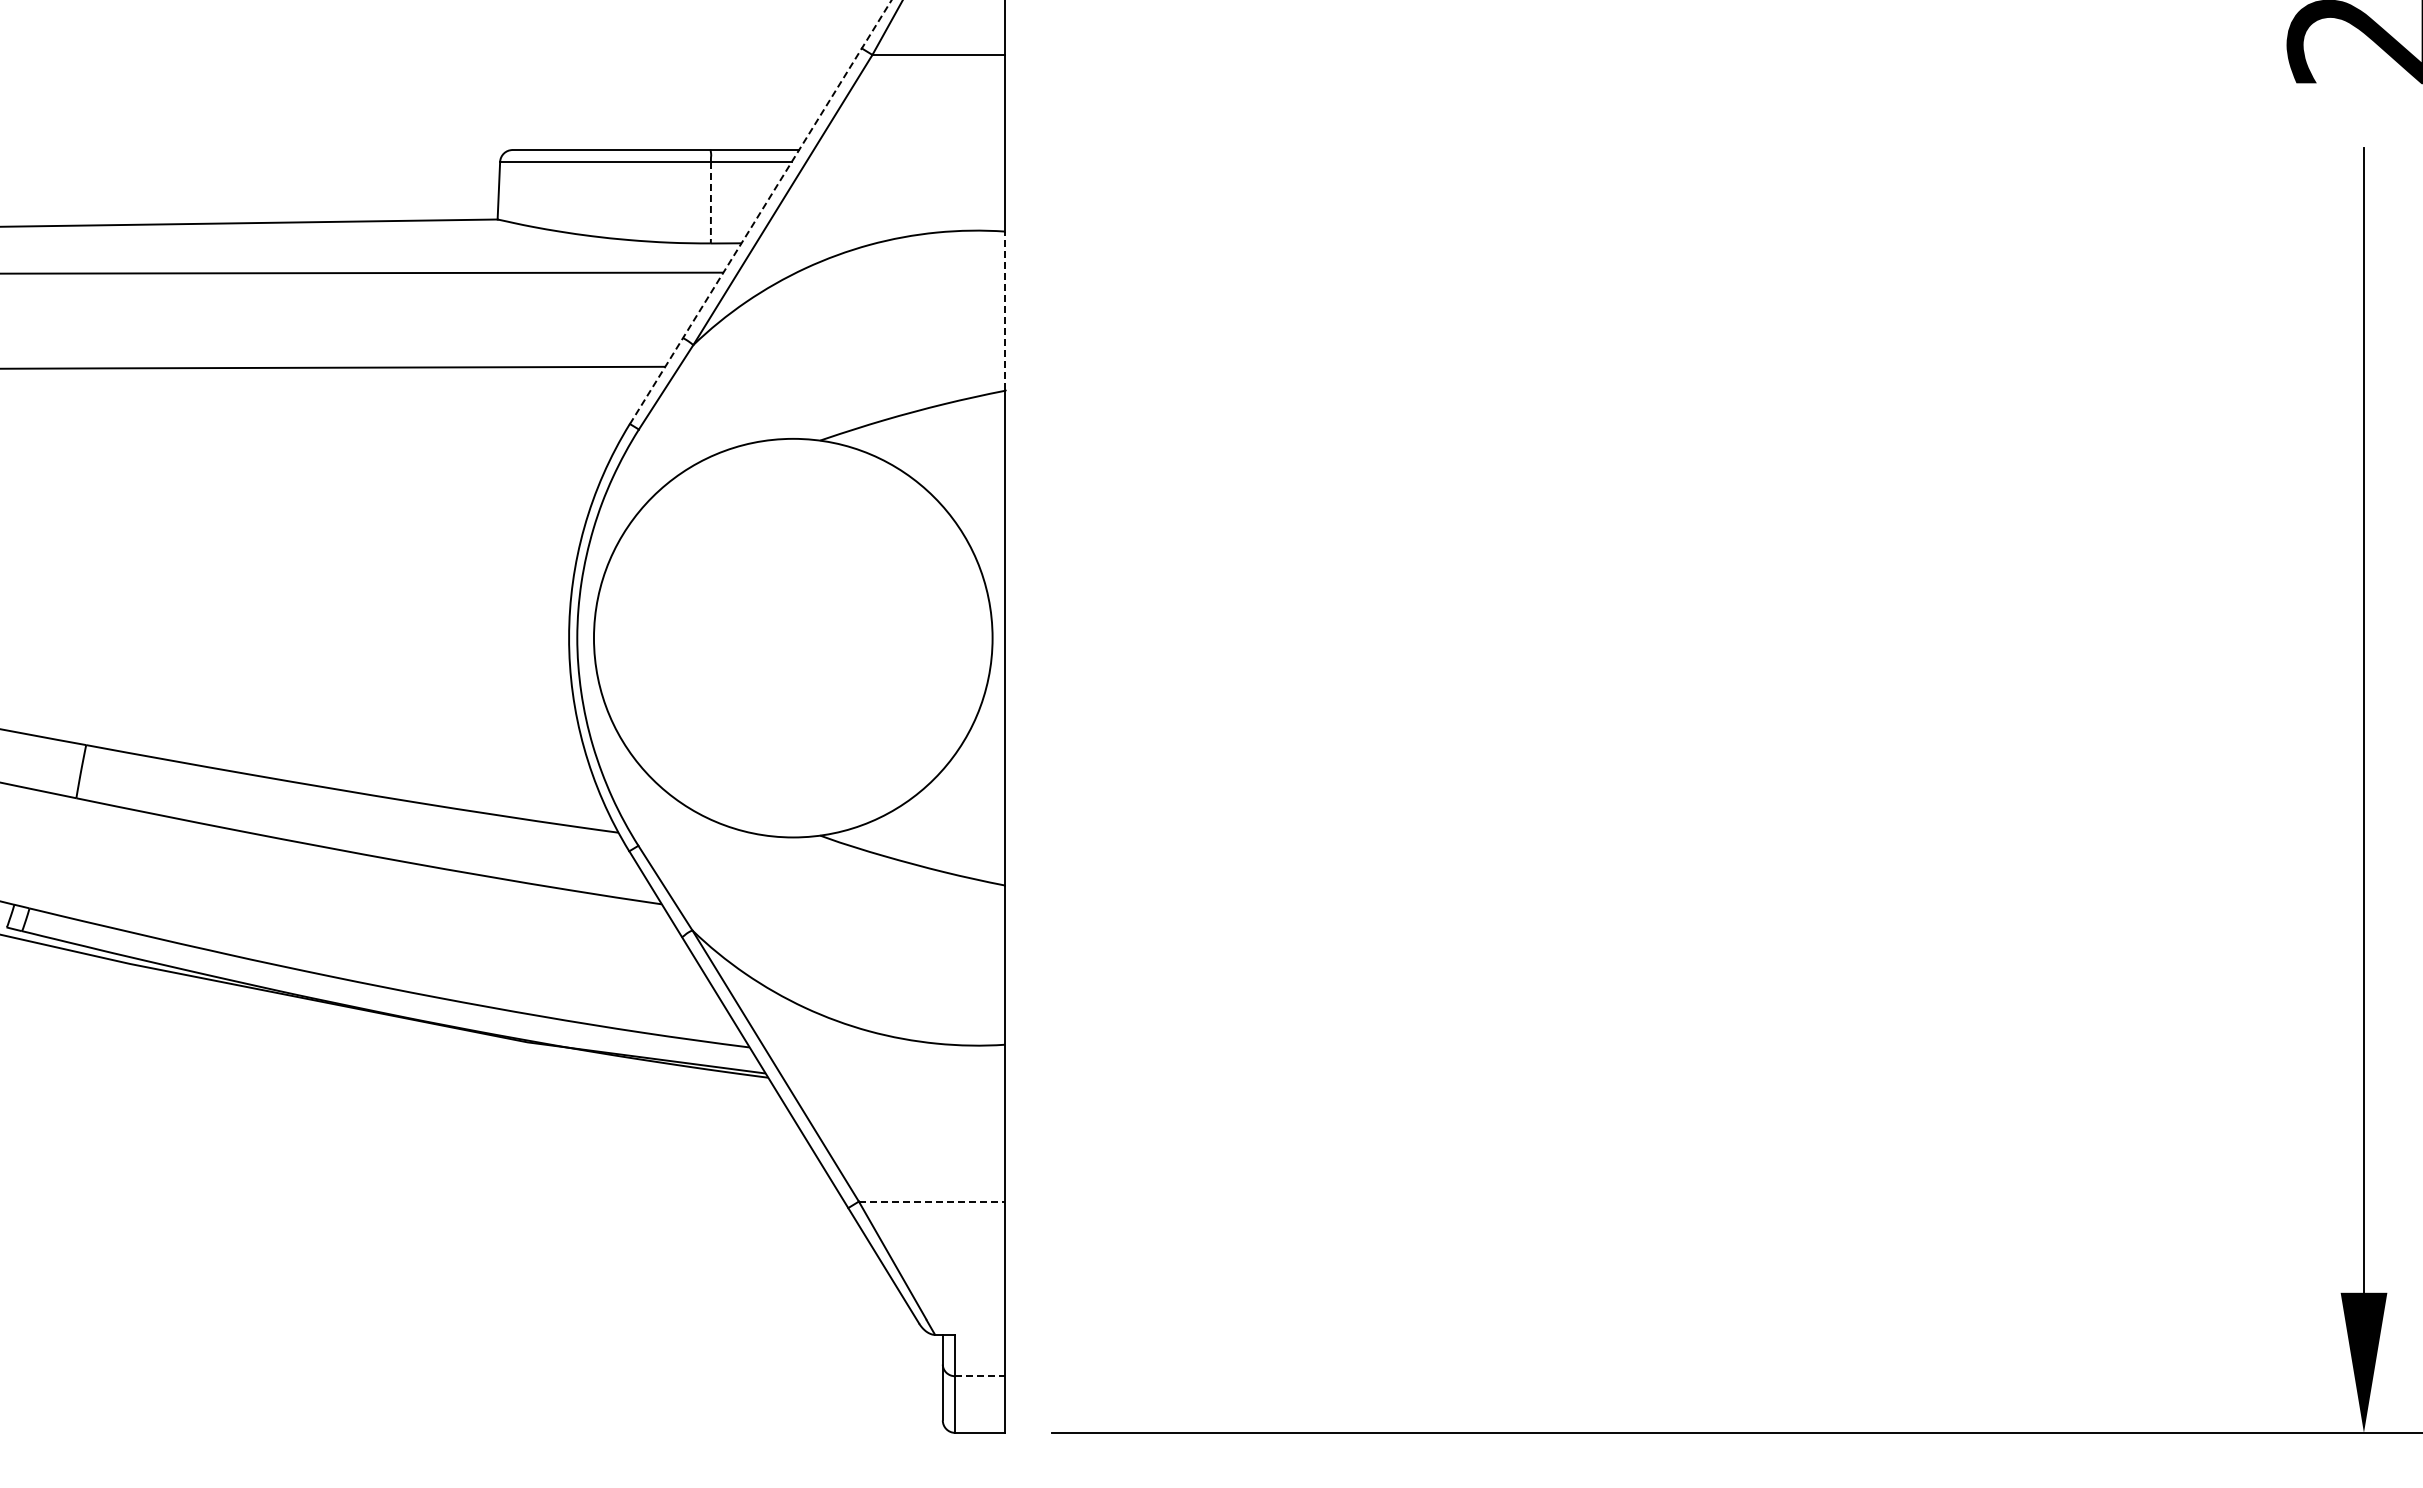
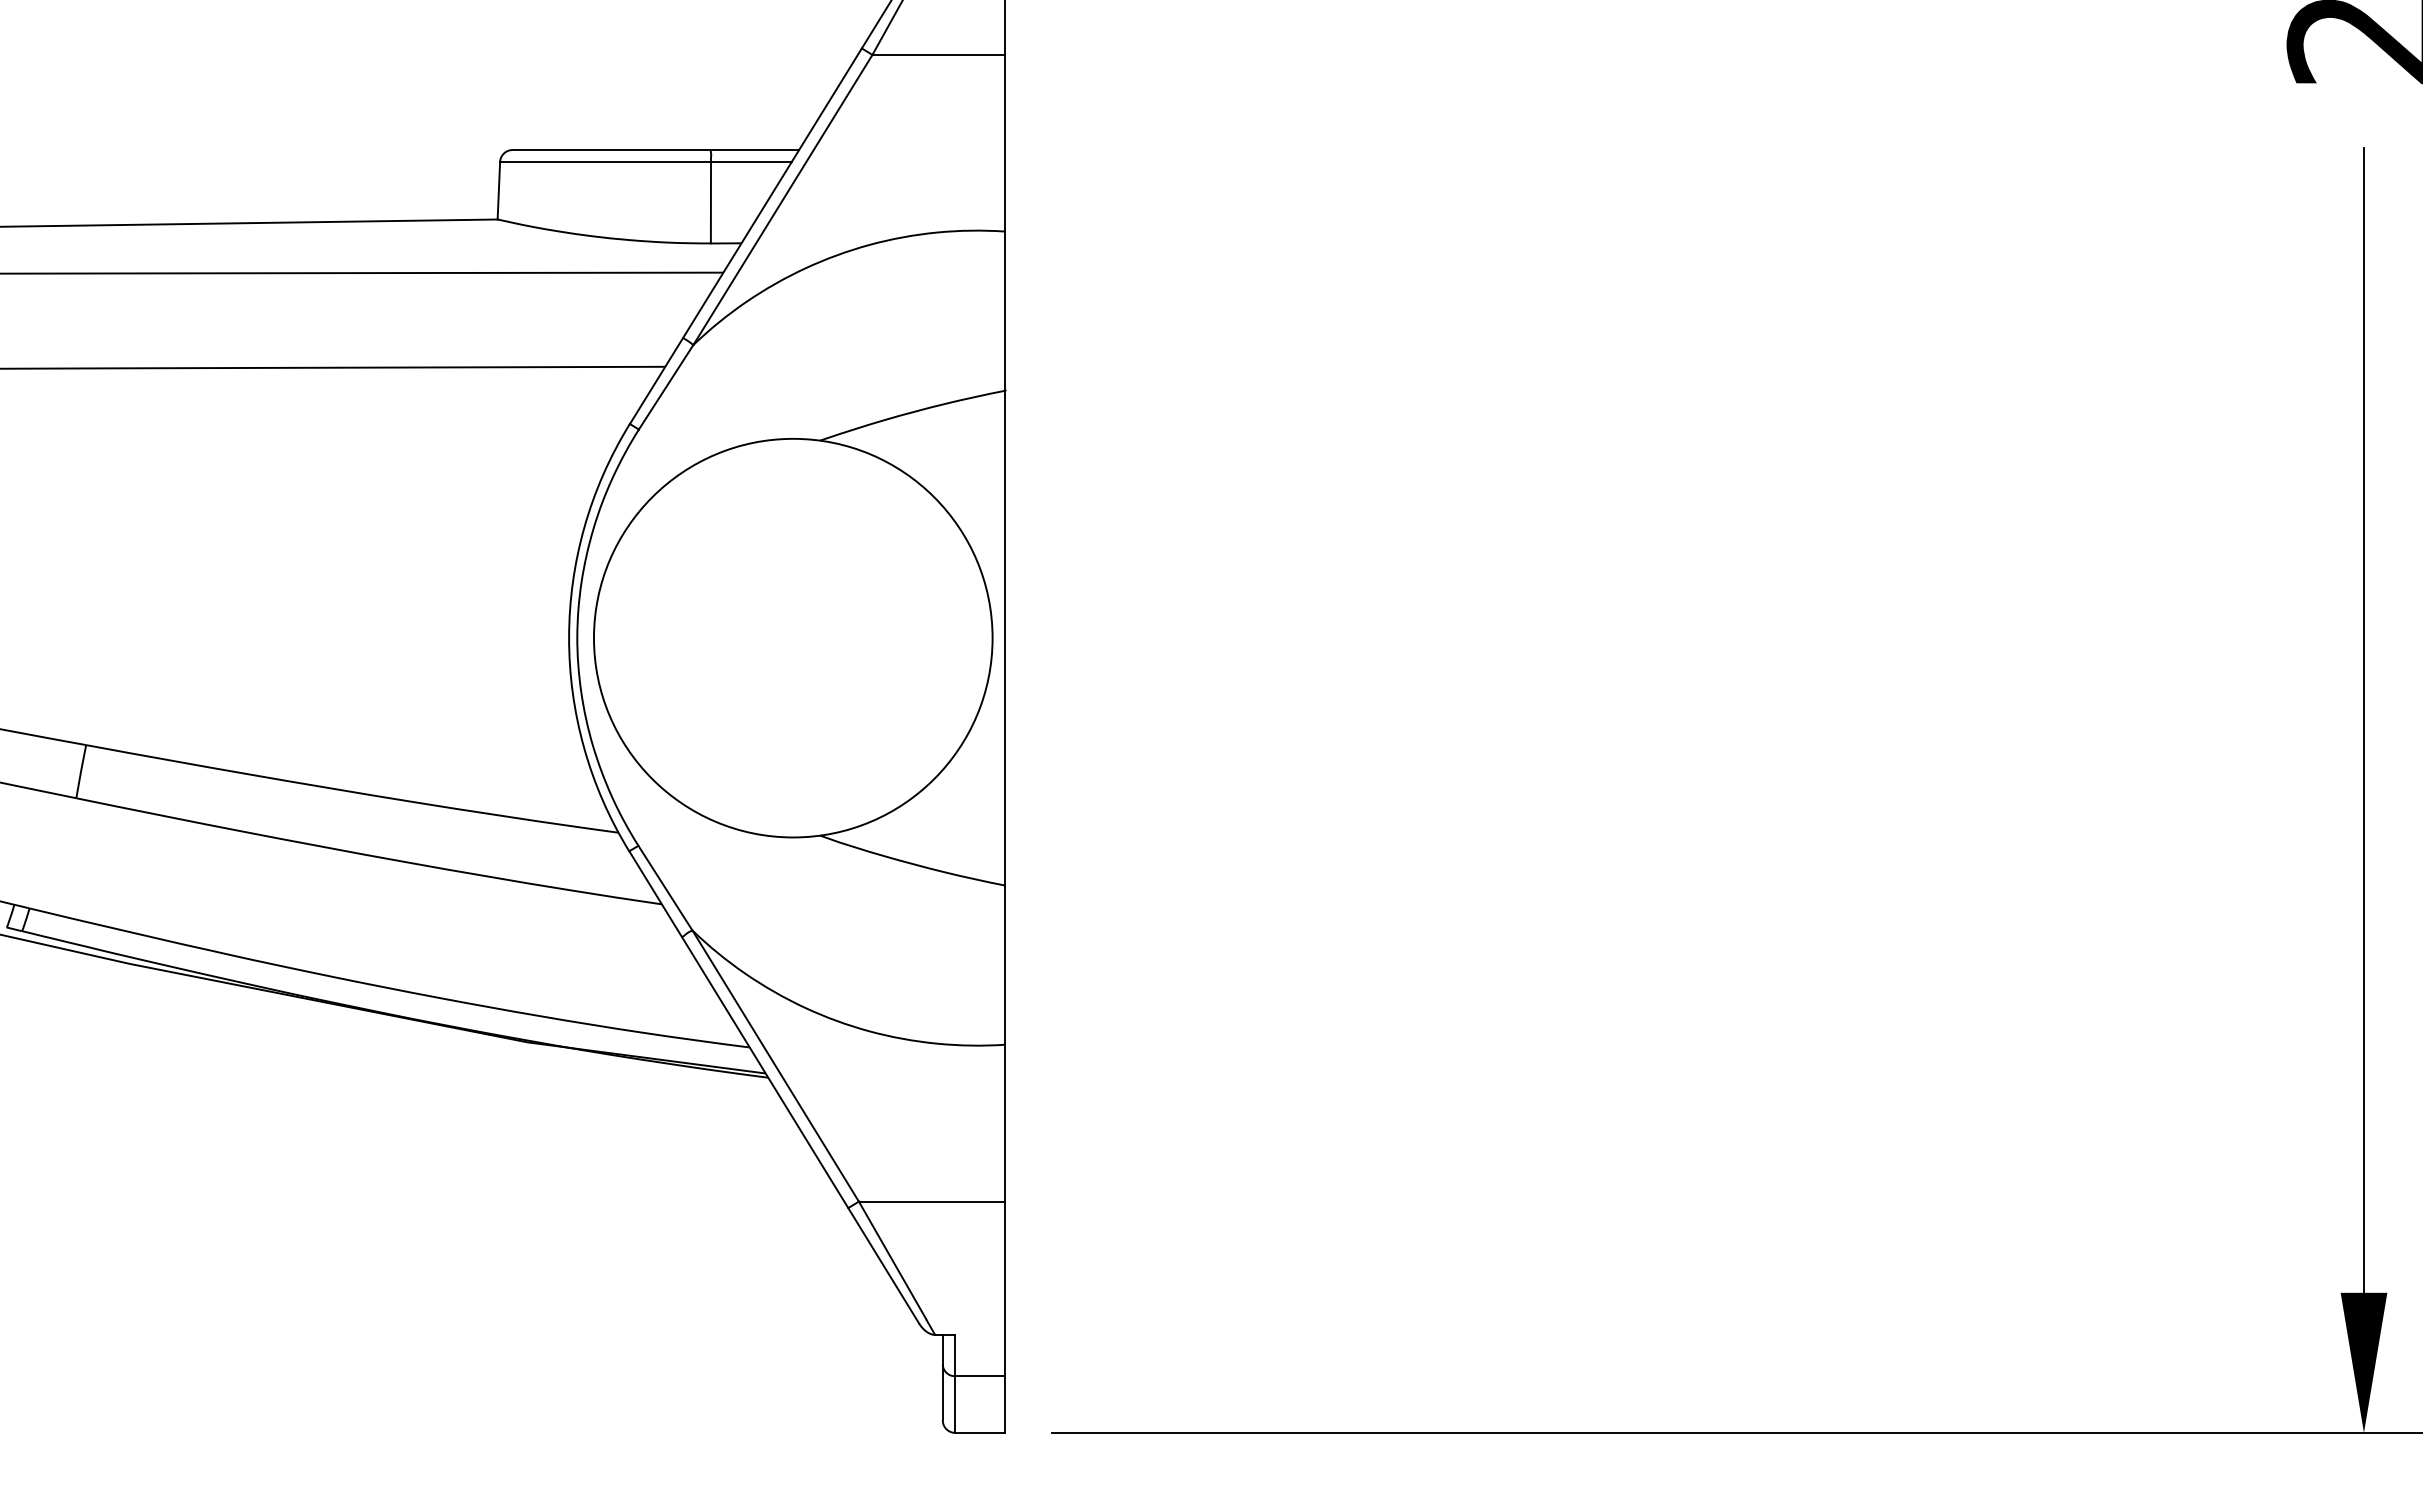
line at (710, 202): dashed -> solid
line at (760, 212): dashed -> solid
line at (1005, 310): dashed -> solid
line at (932, 1201): dashed -> solid
line at (980, 1376): dashed -> solid
